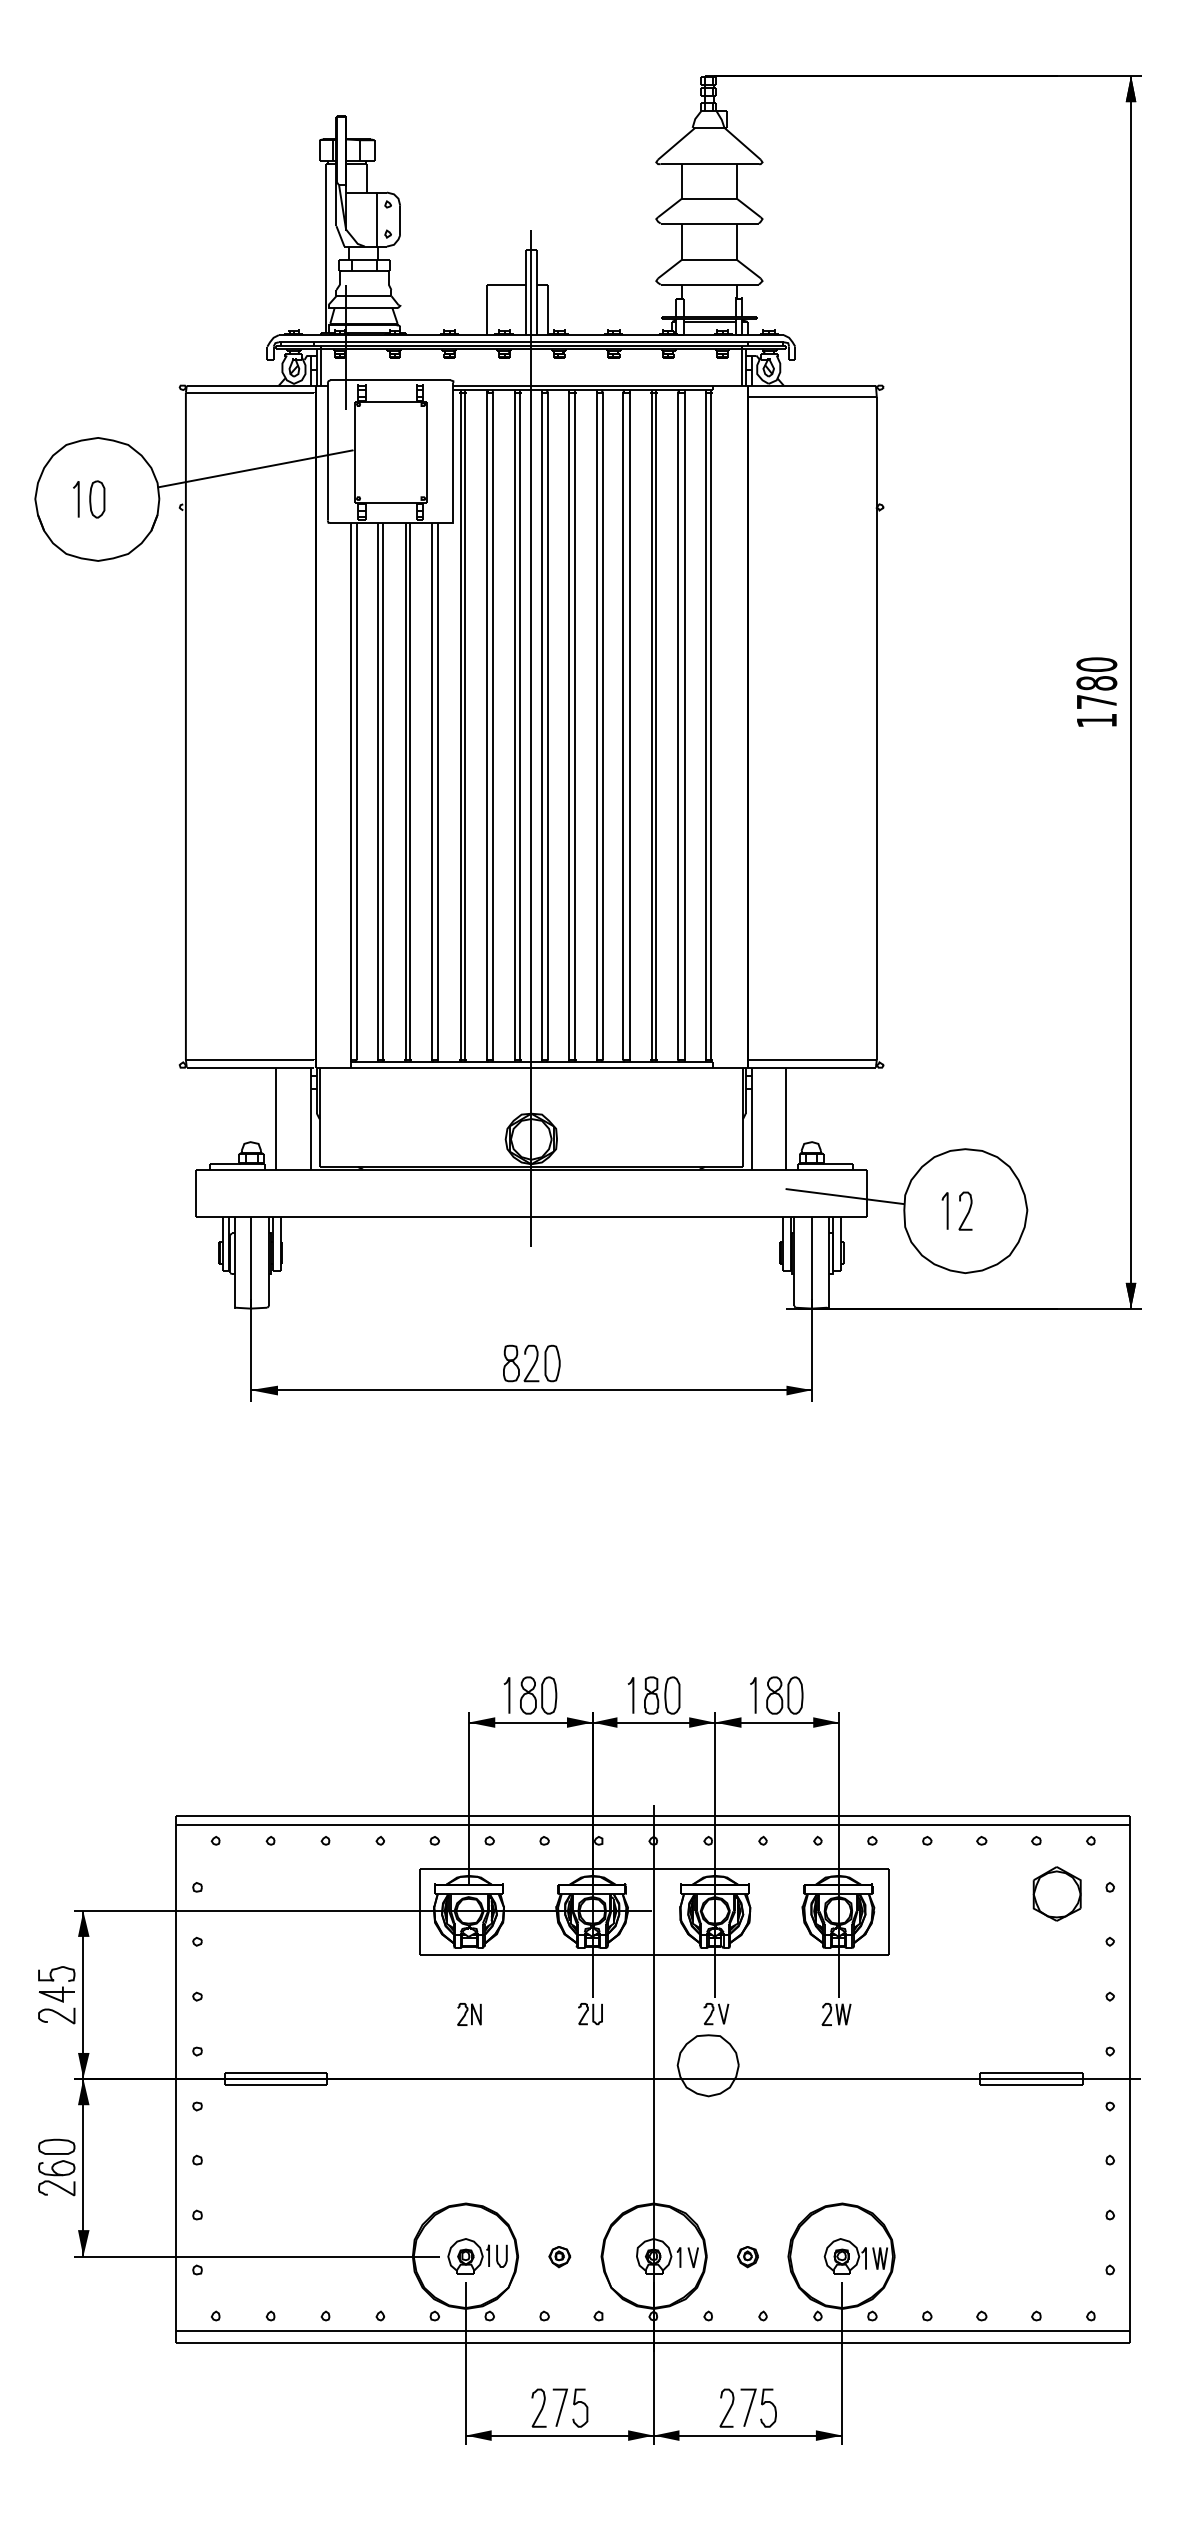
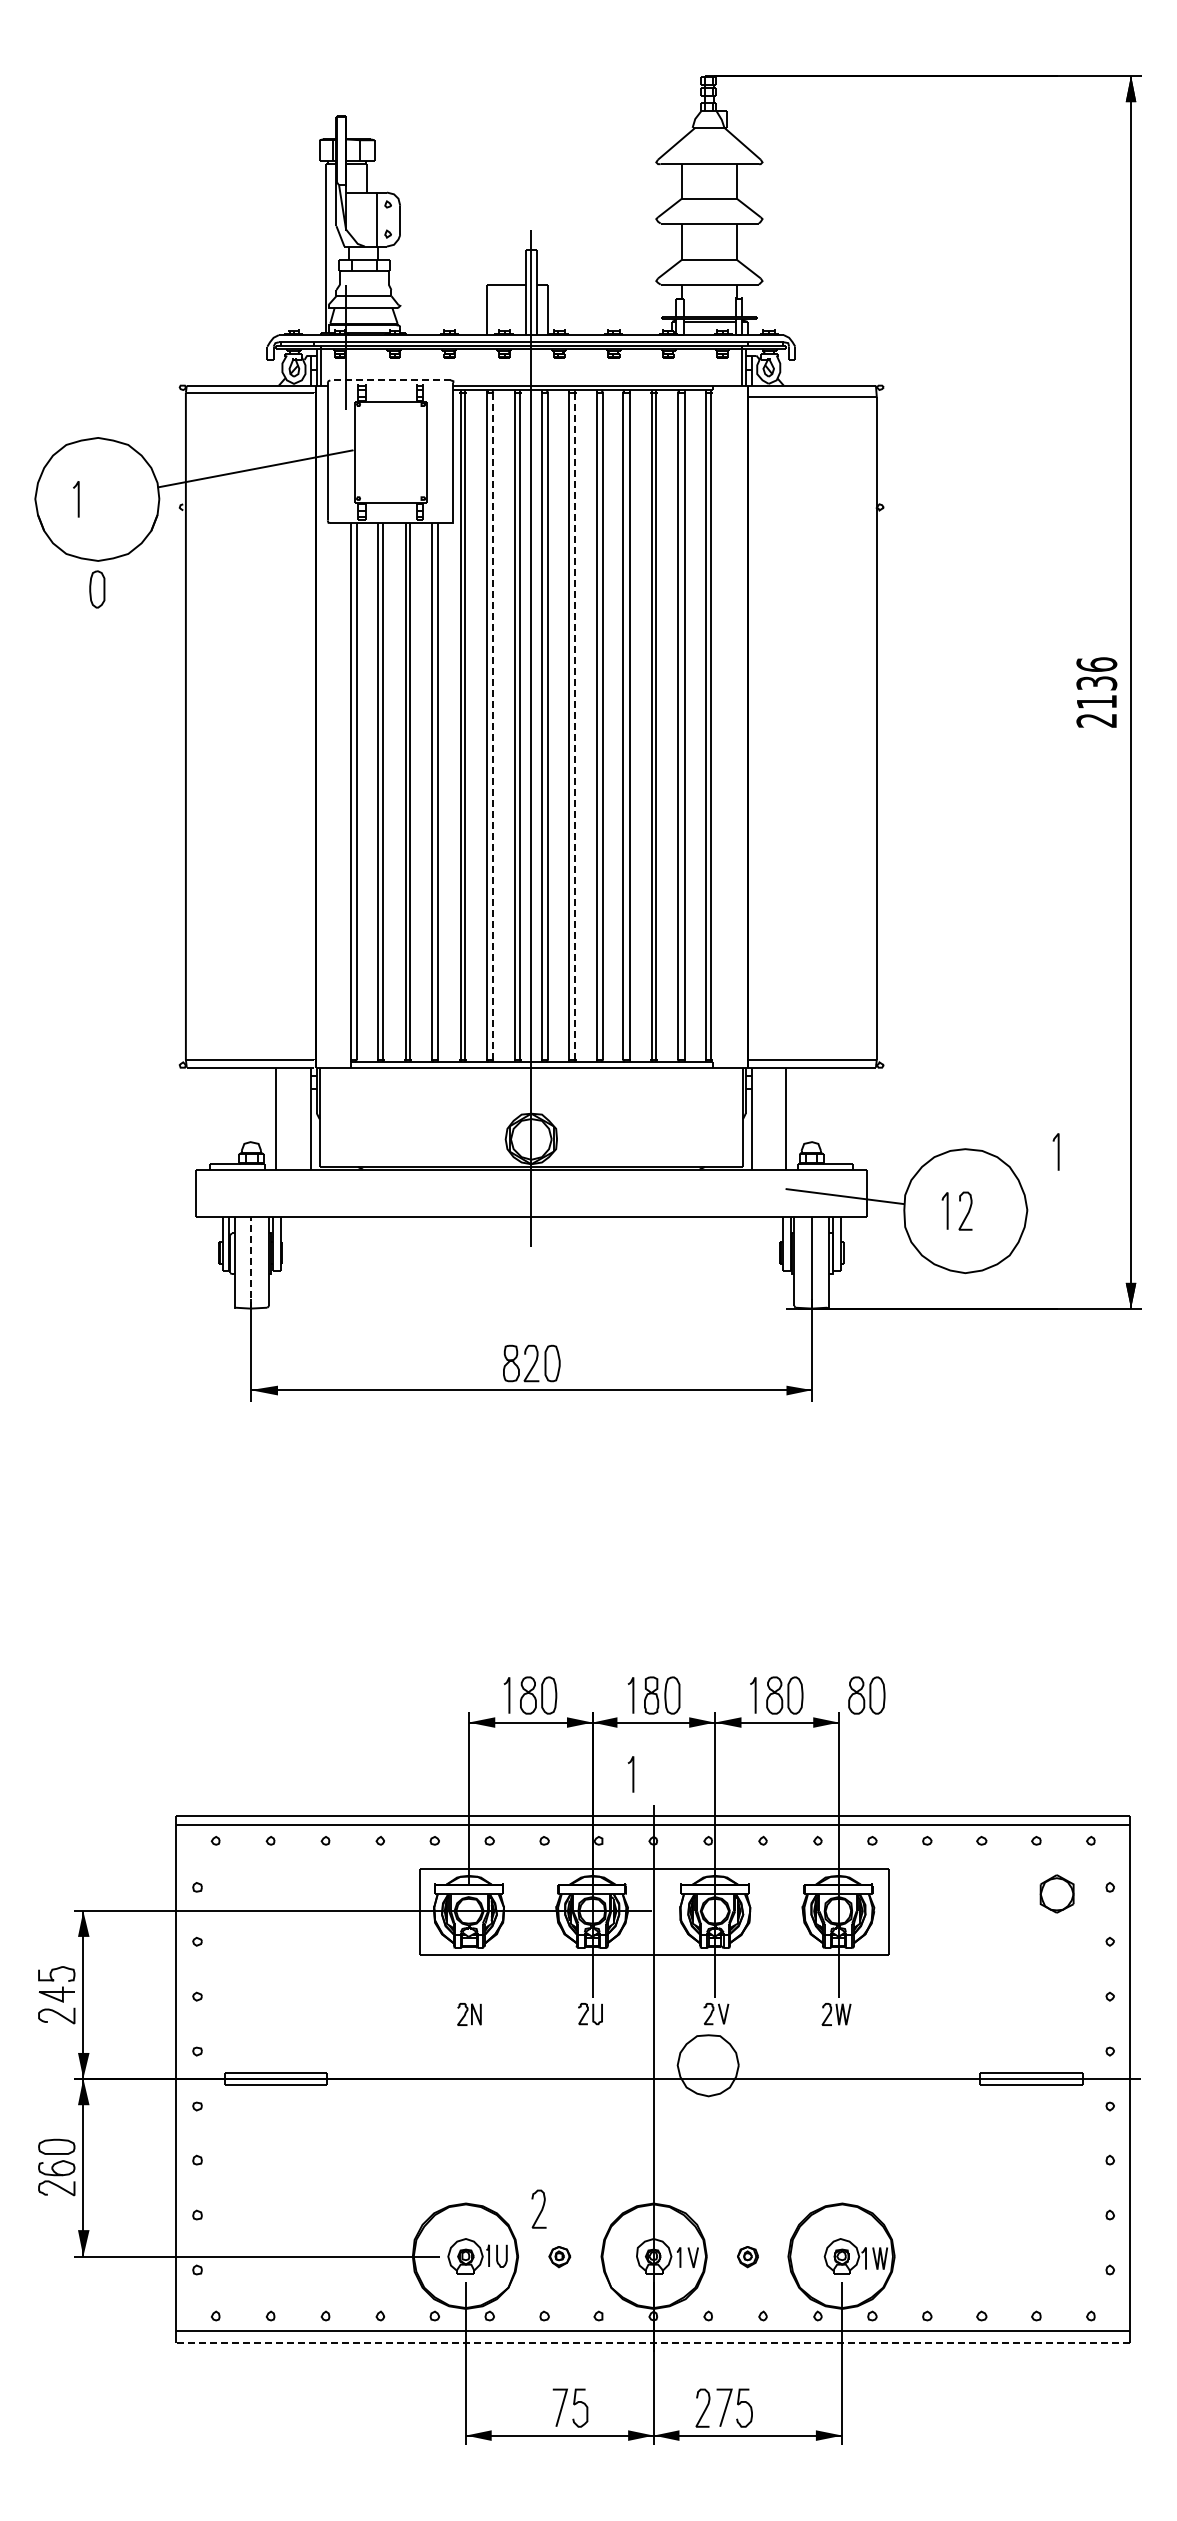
line at (390, 380): solid -> dashed
part at (97, 499) position: (97, 499) -> (97, 589)
text at (1096, 692): 1780 -> 2136
line at (493, 726): solid -> dashed
line at (574, 726): solid -> dashed
line at (1057, 1151): none -> present
line at (250, 1262): solid -> dashed
part at (866, 1695): none -> present
line at (632, 1774): none -> present
part at (1056, 1893) size: 50x56 px -> 36x40 px
line at (653, 2342): solid -> dashed
part at (747, 2407) position: (747, 2407) -> (723, 2407)
curve at (540, 2409) position: (540, 2409) -> (540, 2210)
